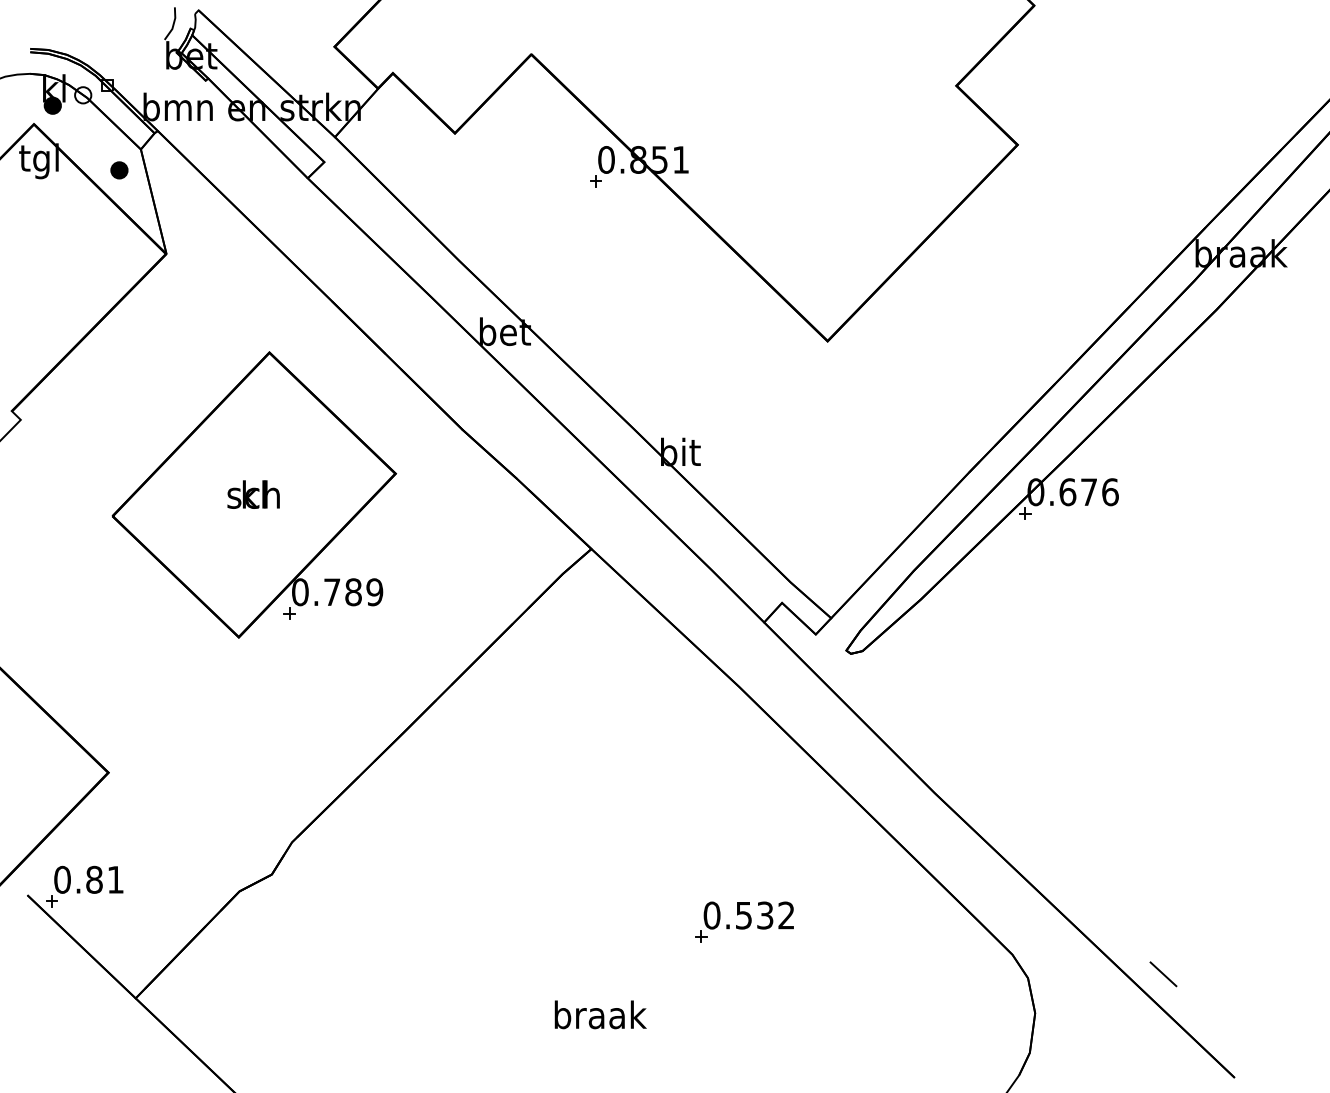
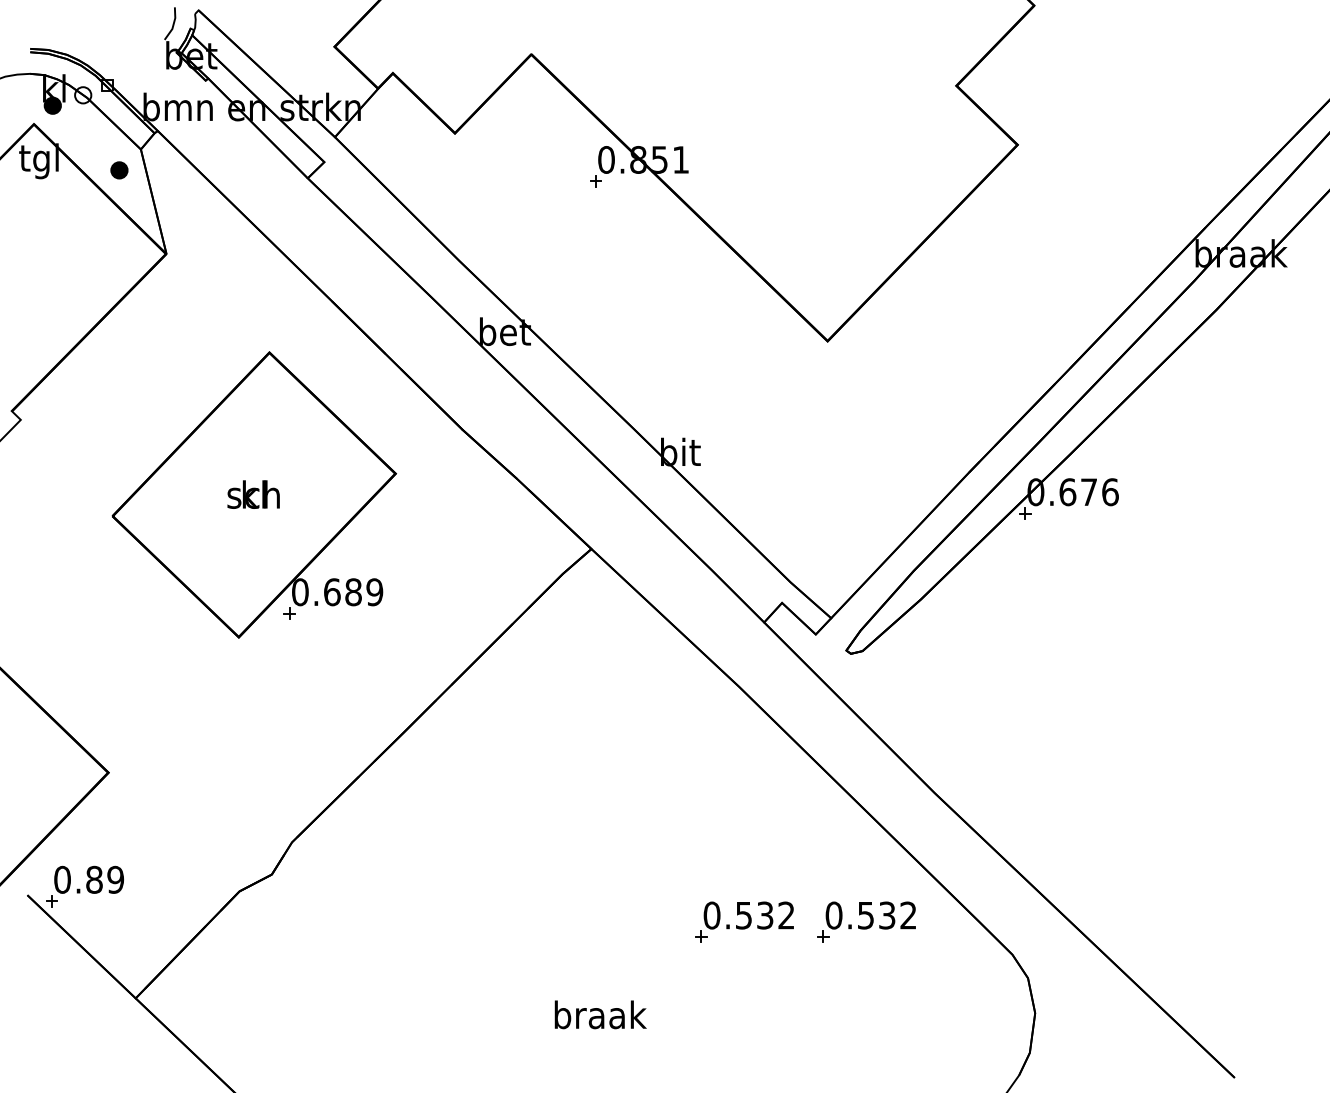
text at (332, 592): 0.789 -> 0.689
text at (115, 879): 0.81 -> 0.89
part at (866, 921): none -> present
line at (1163, 974): present -> none
